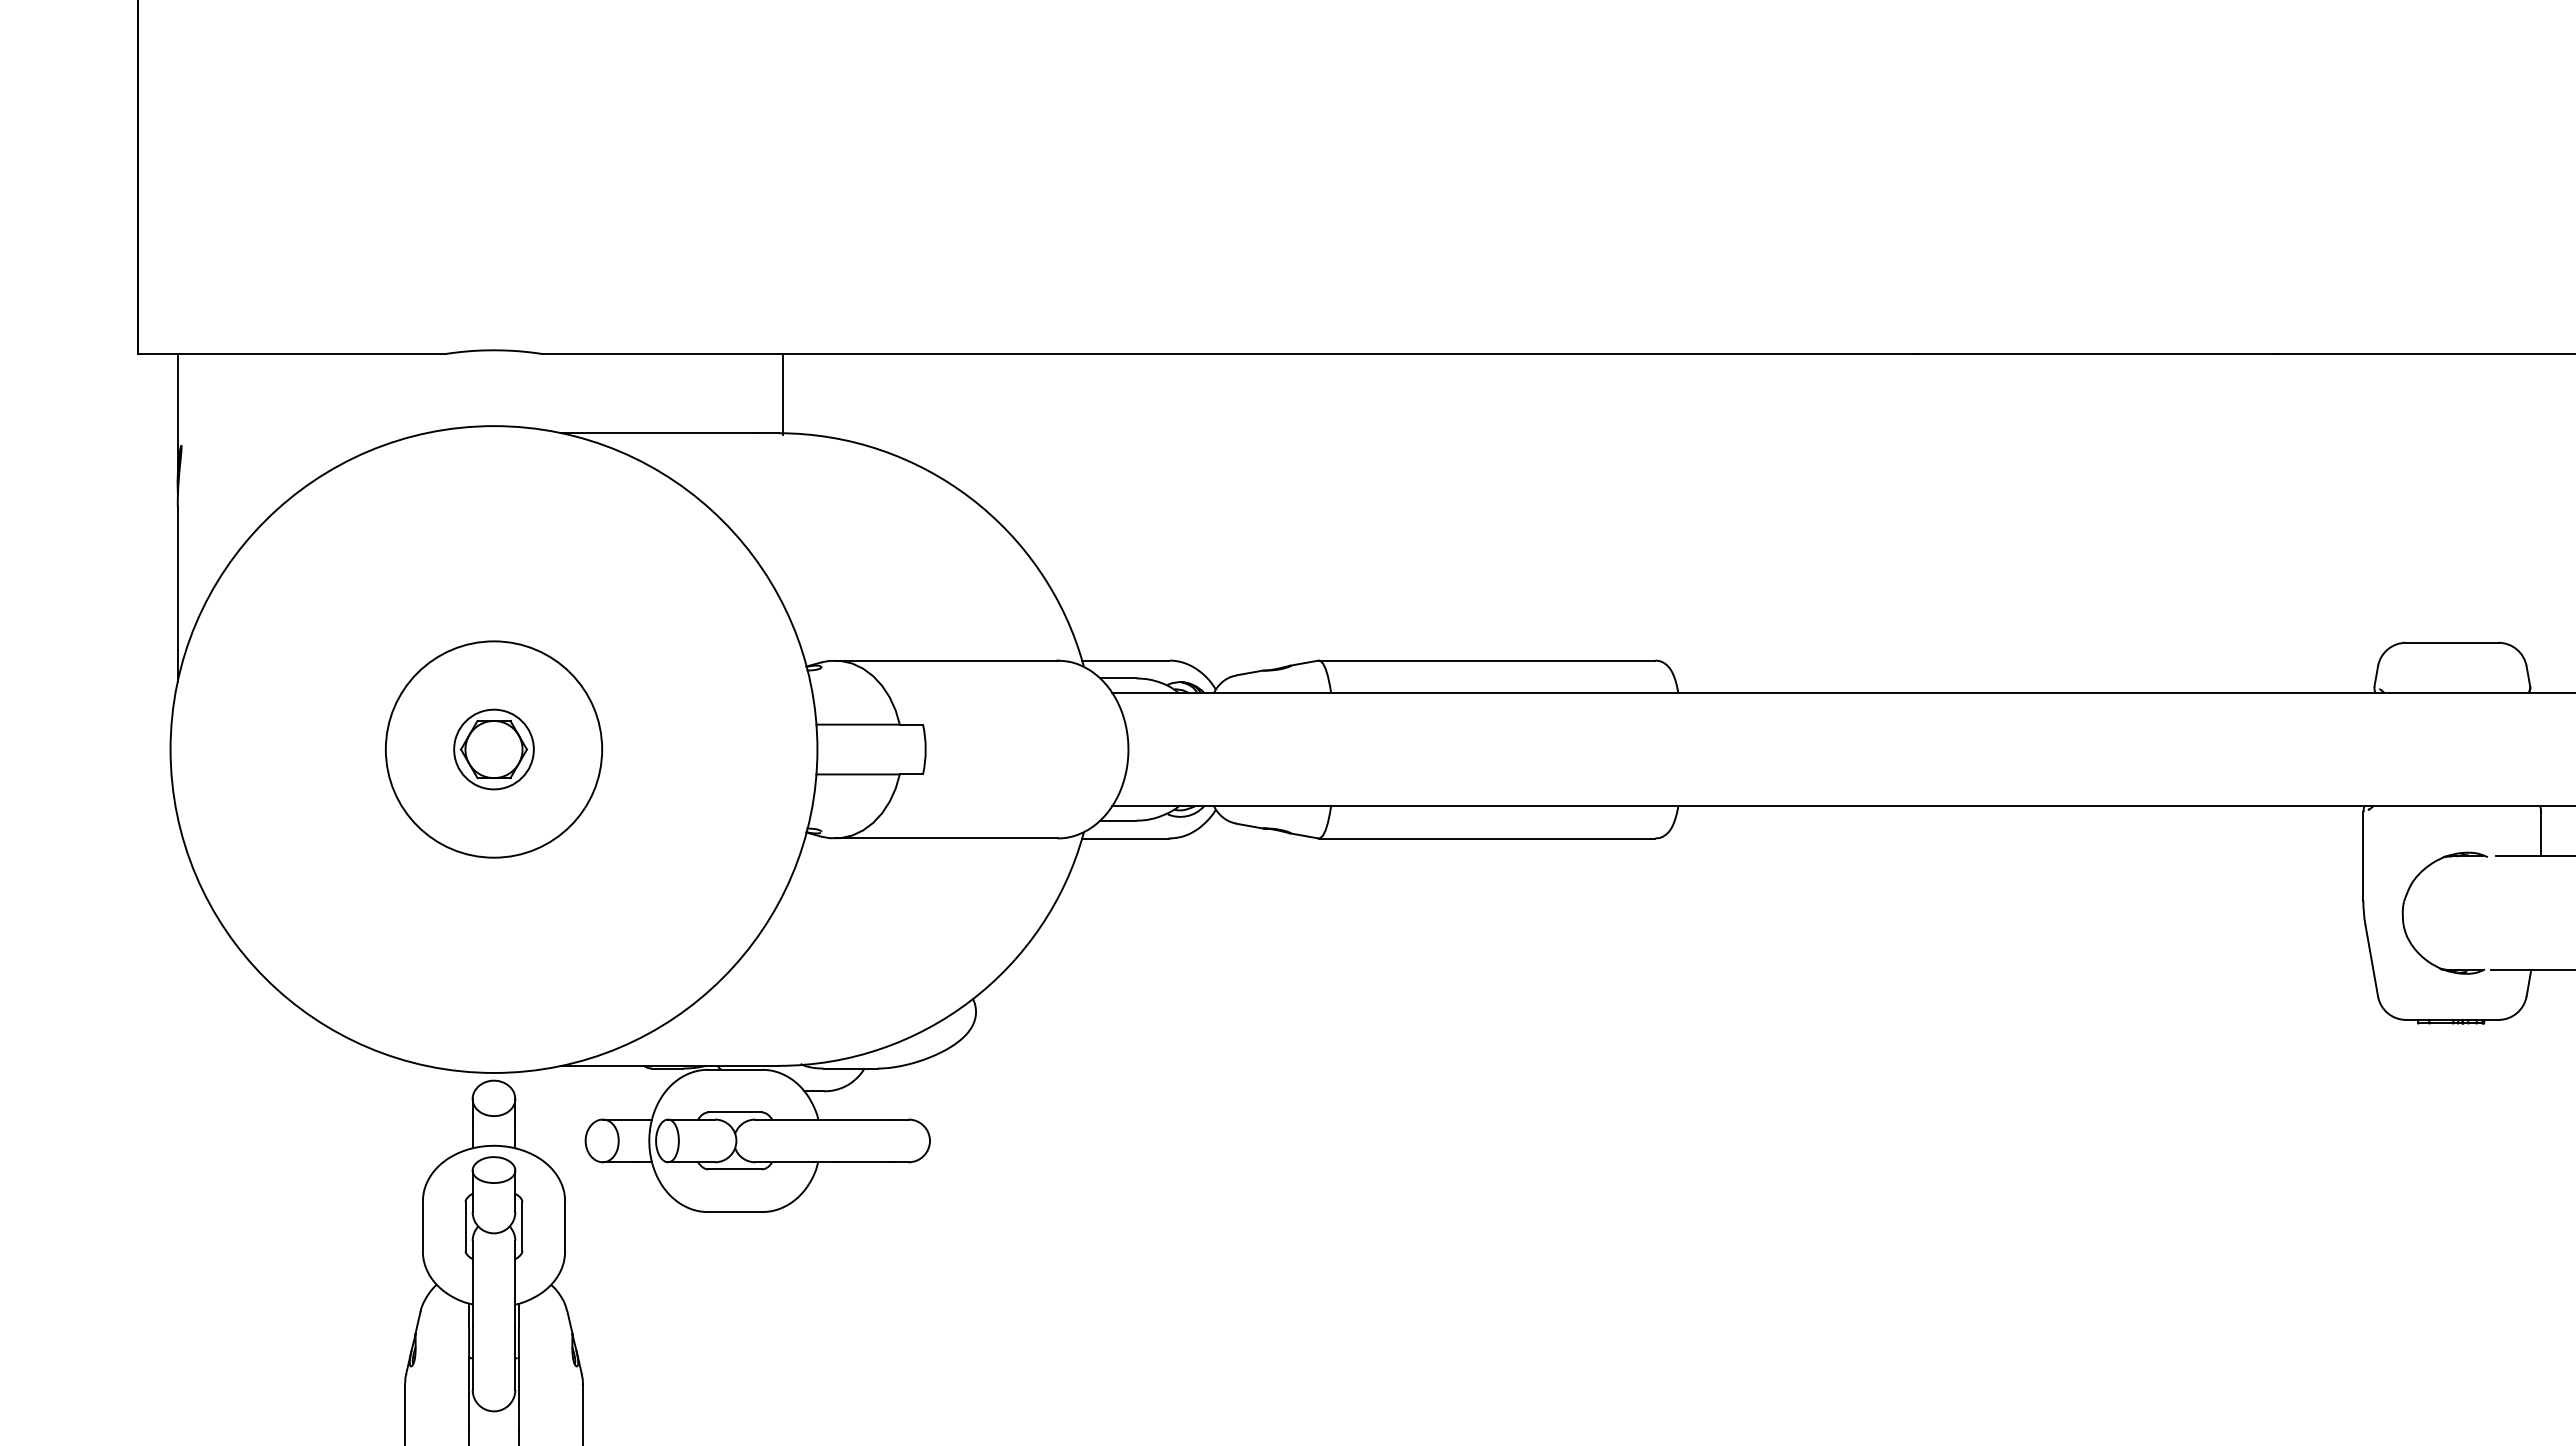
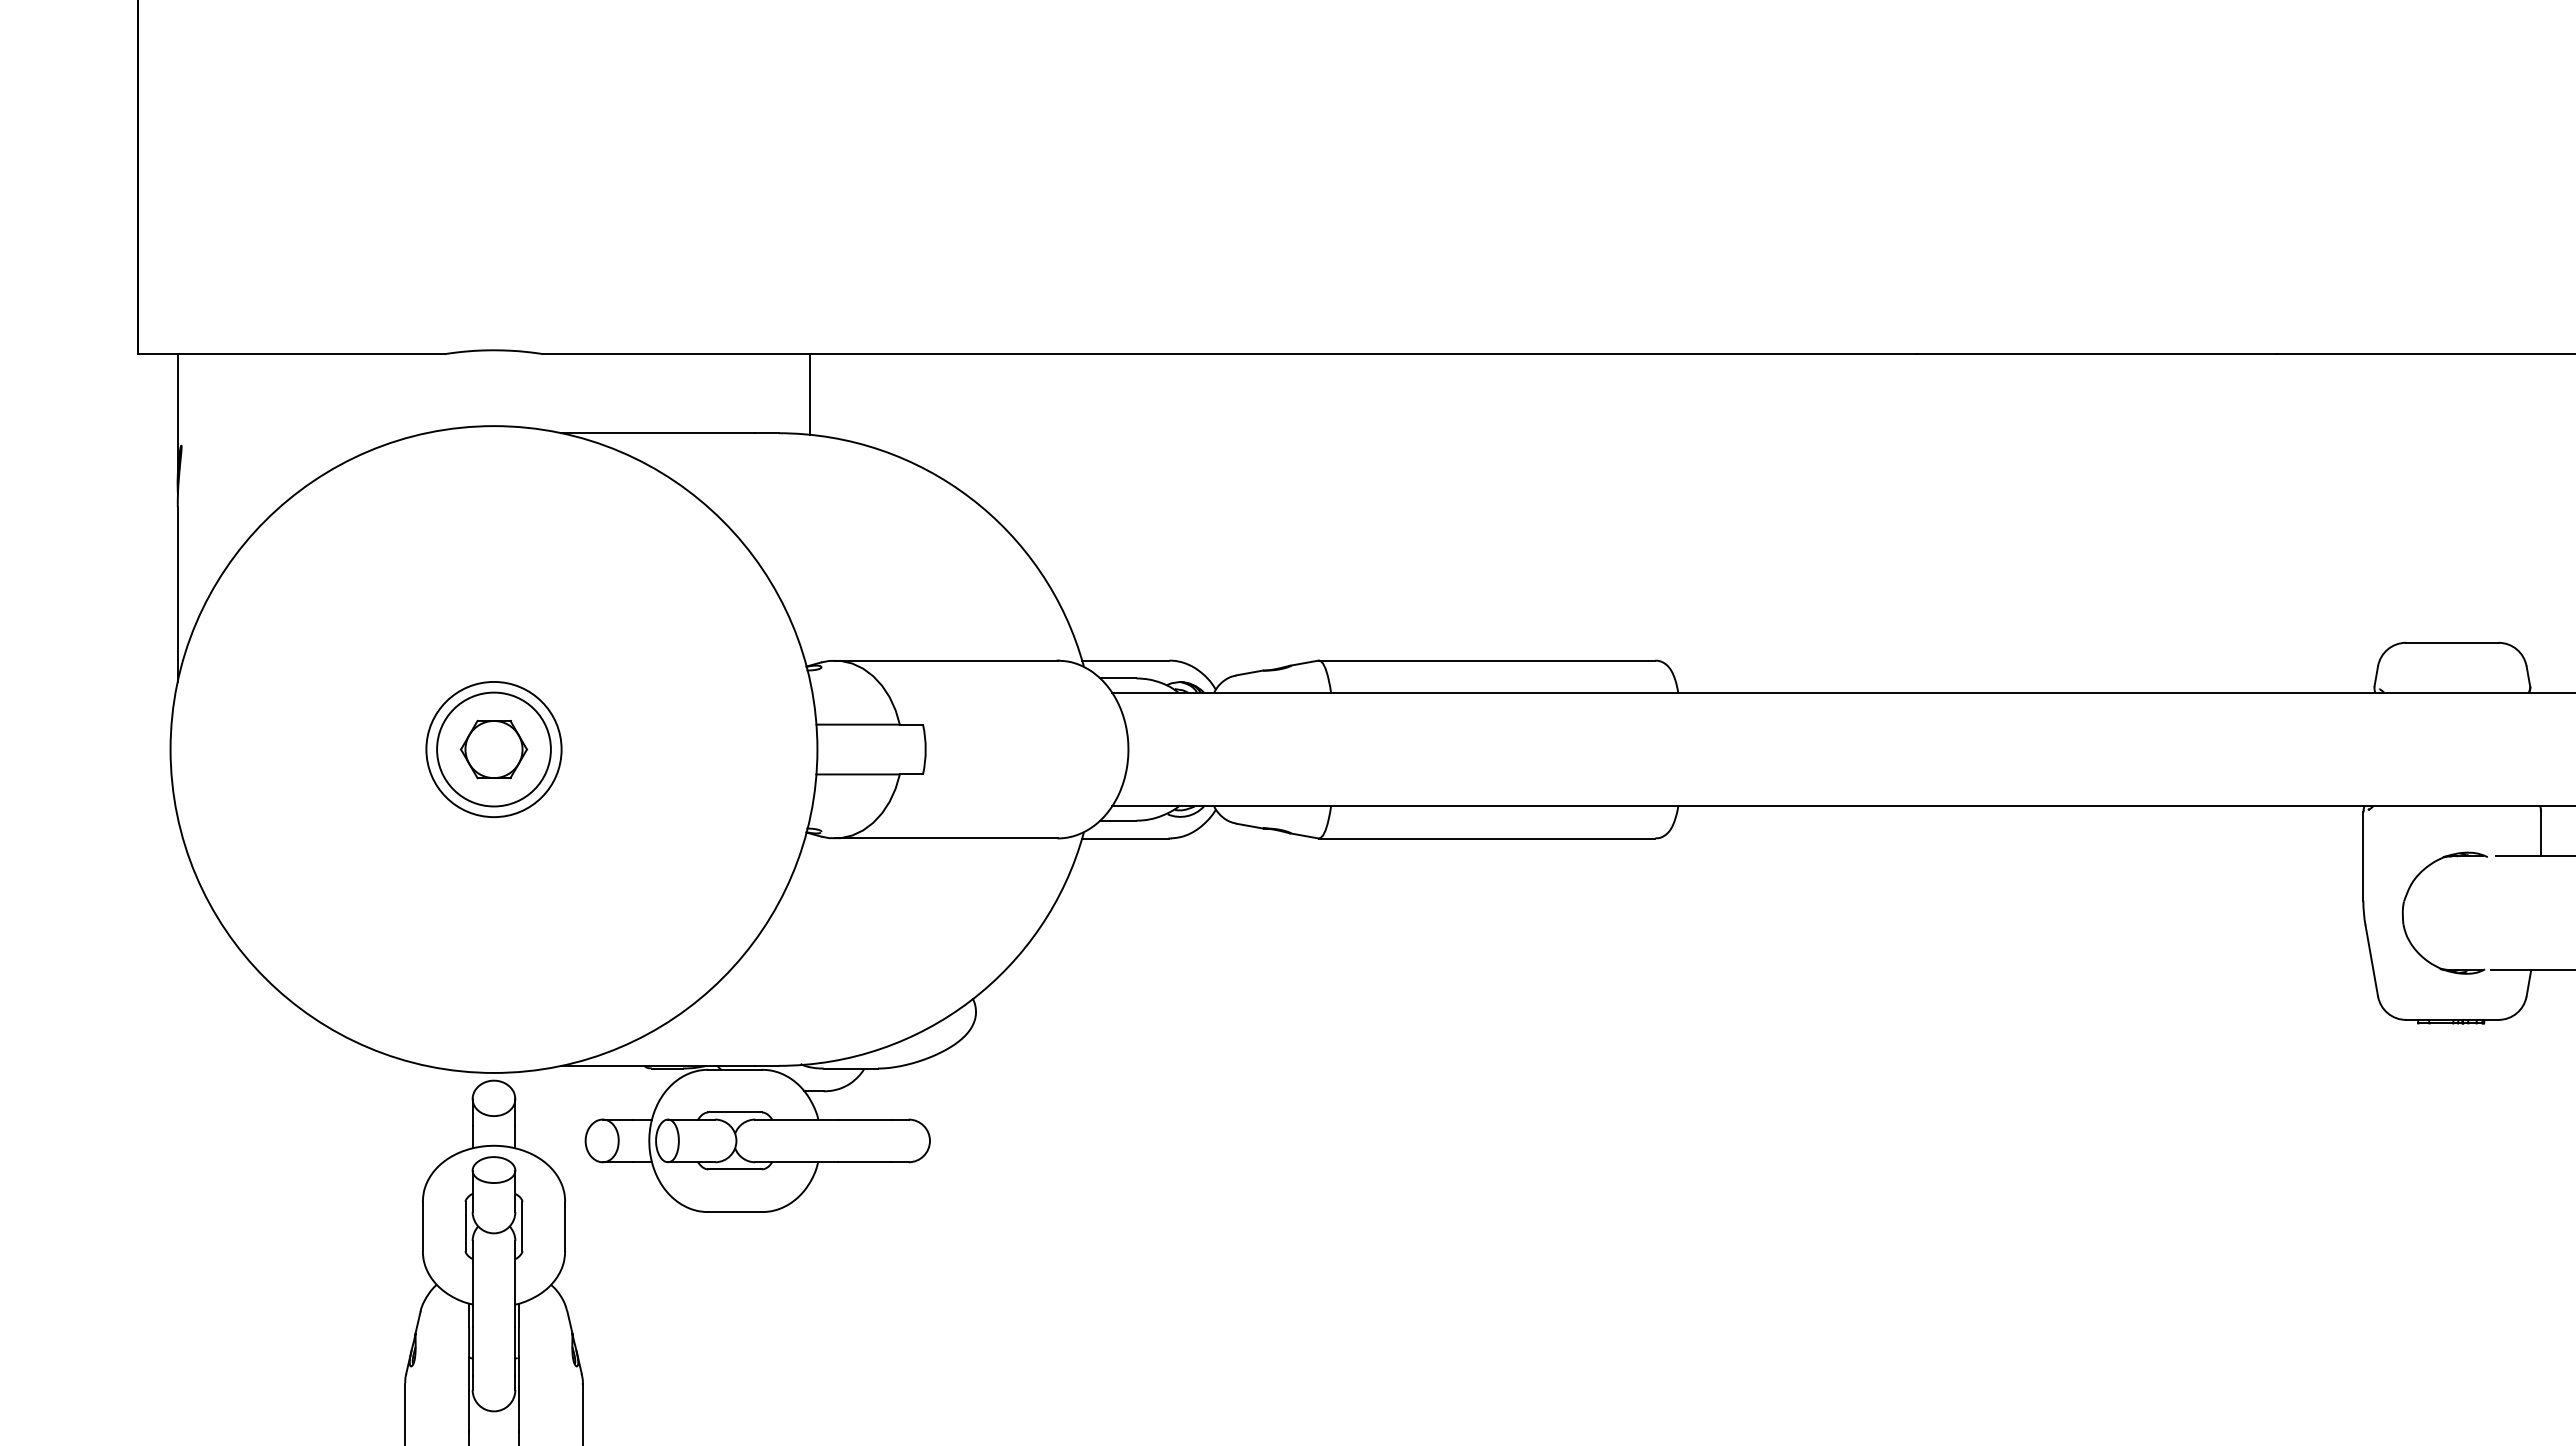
line at (783, 394) position: (783, 394) -> (810, 394)
circle at (493, 749) diameter: 216 px -> 135 px
circle at (493, 749) diameter: 80 px -> 114 px
